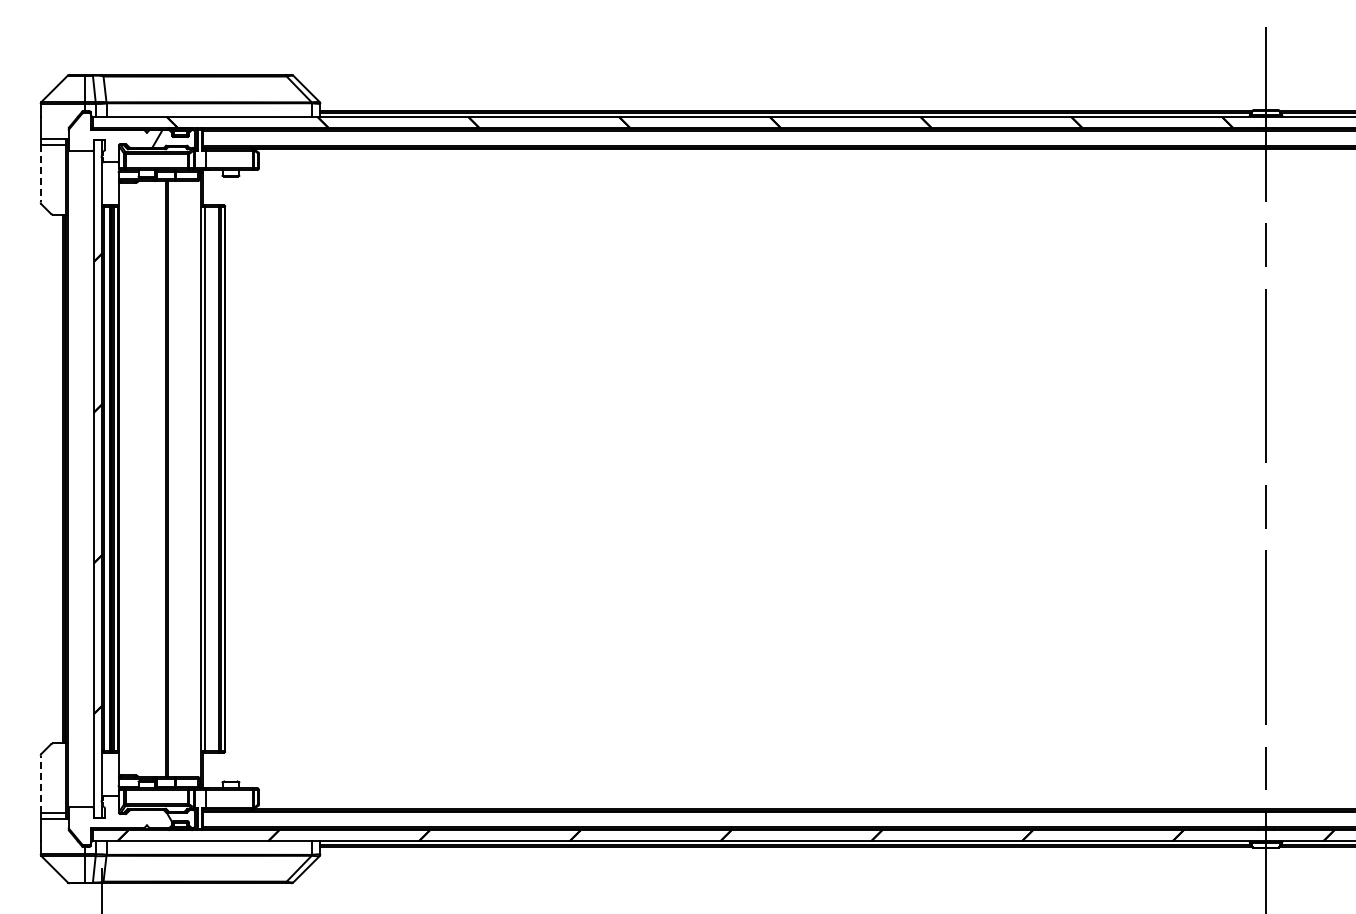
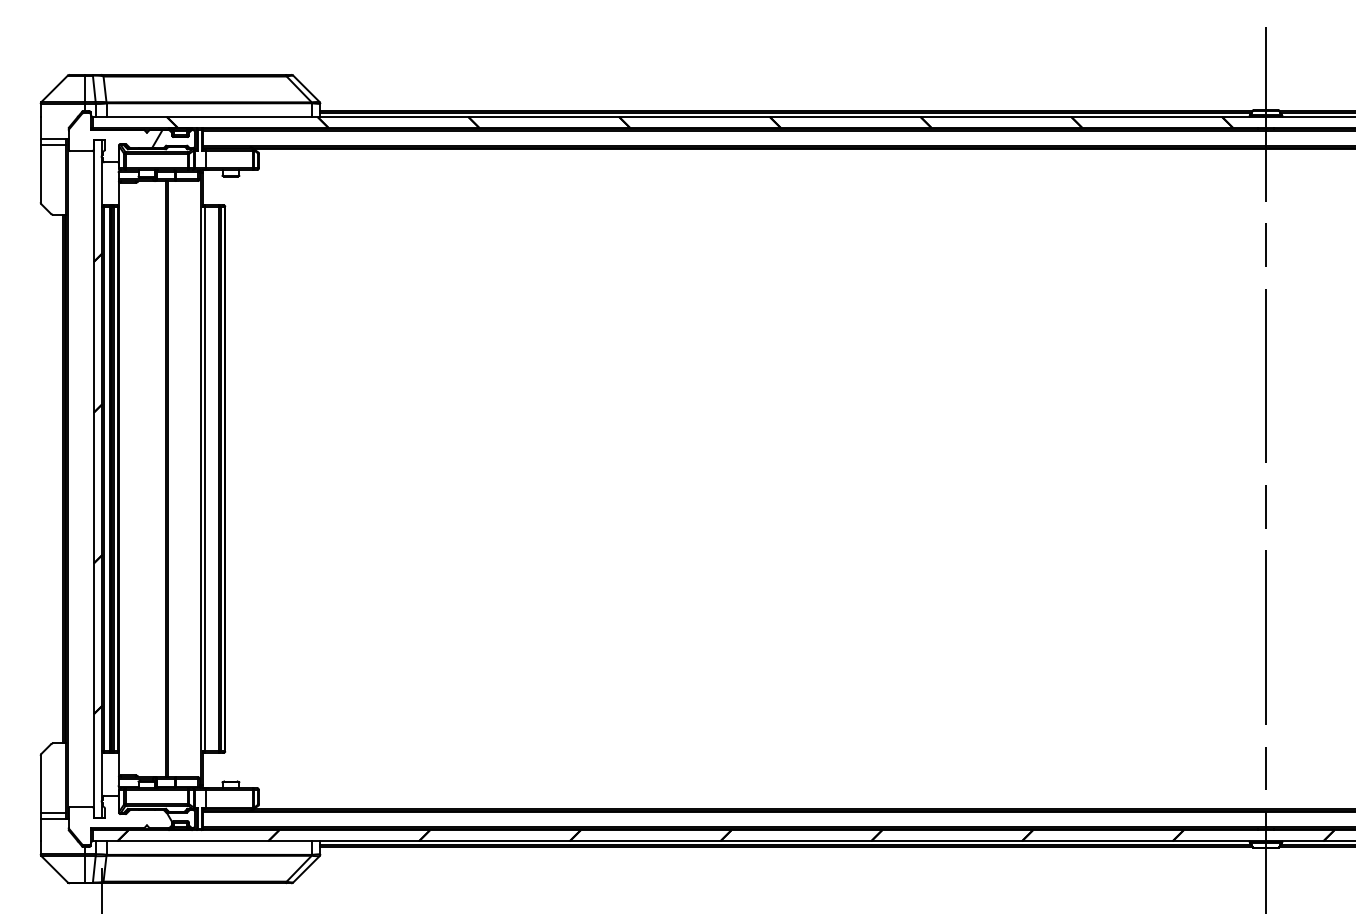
line at (40, 173): dashed -> solid
line at (40, 784): dashed -> solid
